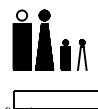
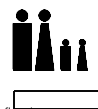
hatch at (21, 15): none -> present
hatch at (81, 57): none -> present
